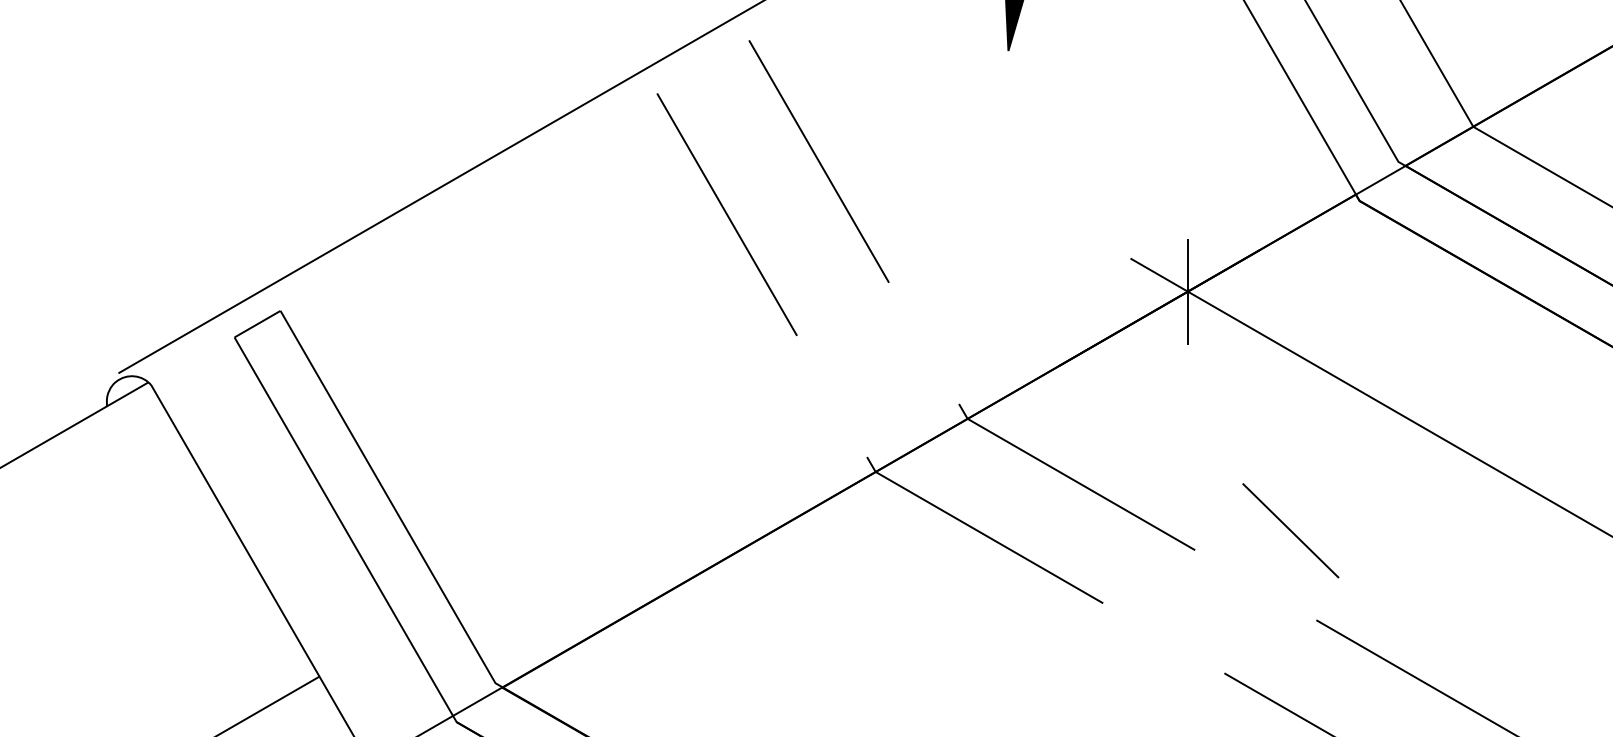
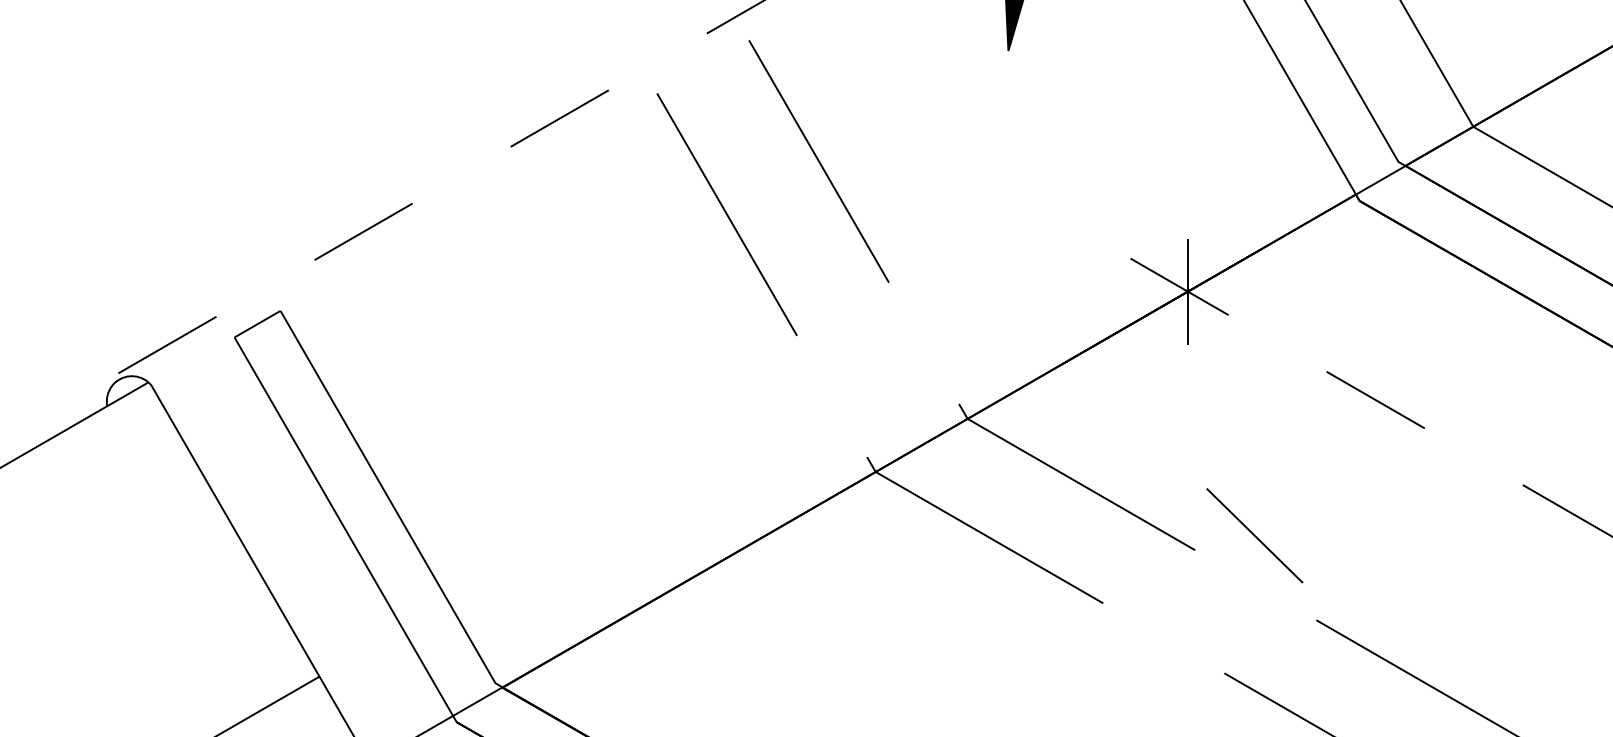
line at (442, 186): solid -> dashed
line at (1372, 398): solid -> dashed
line at (1290, 530) position: (1290, 530) -> (1254, 535)
